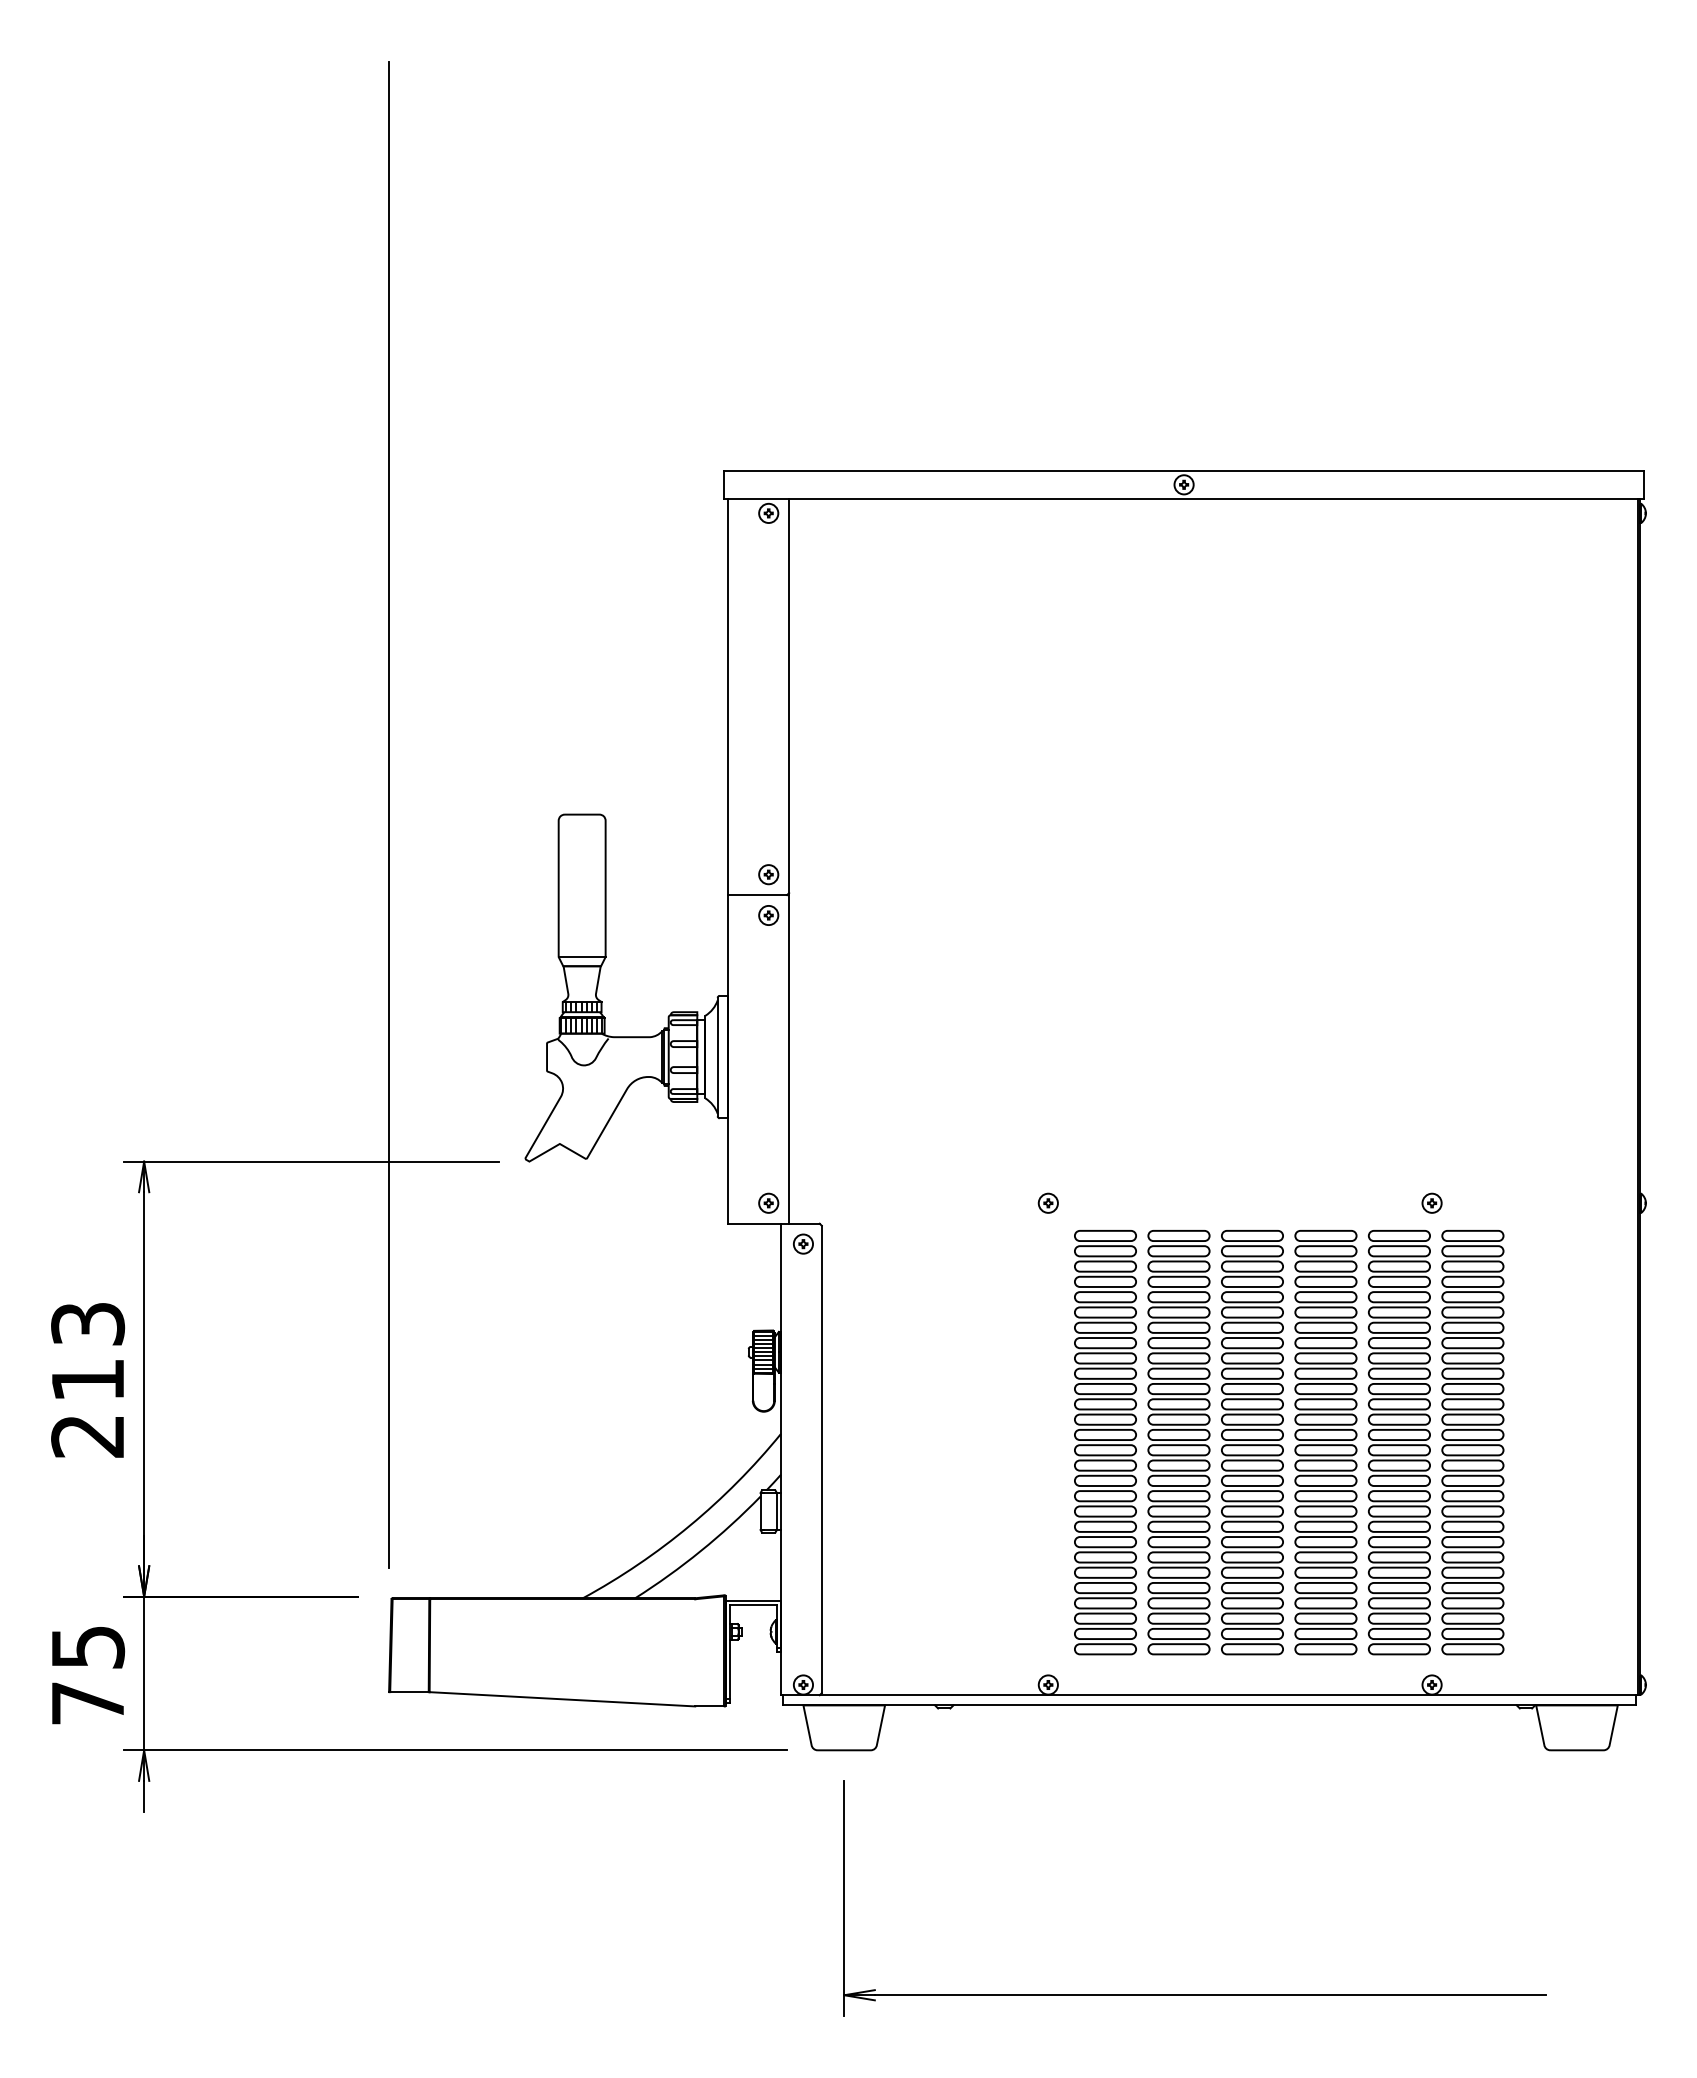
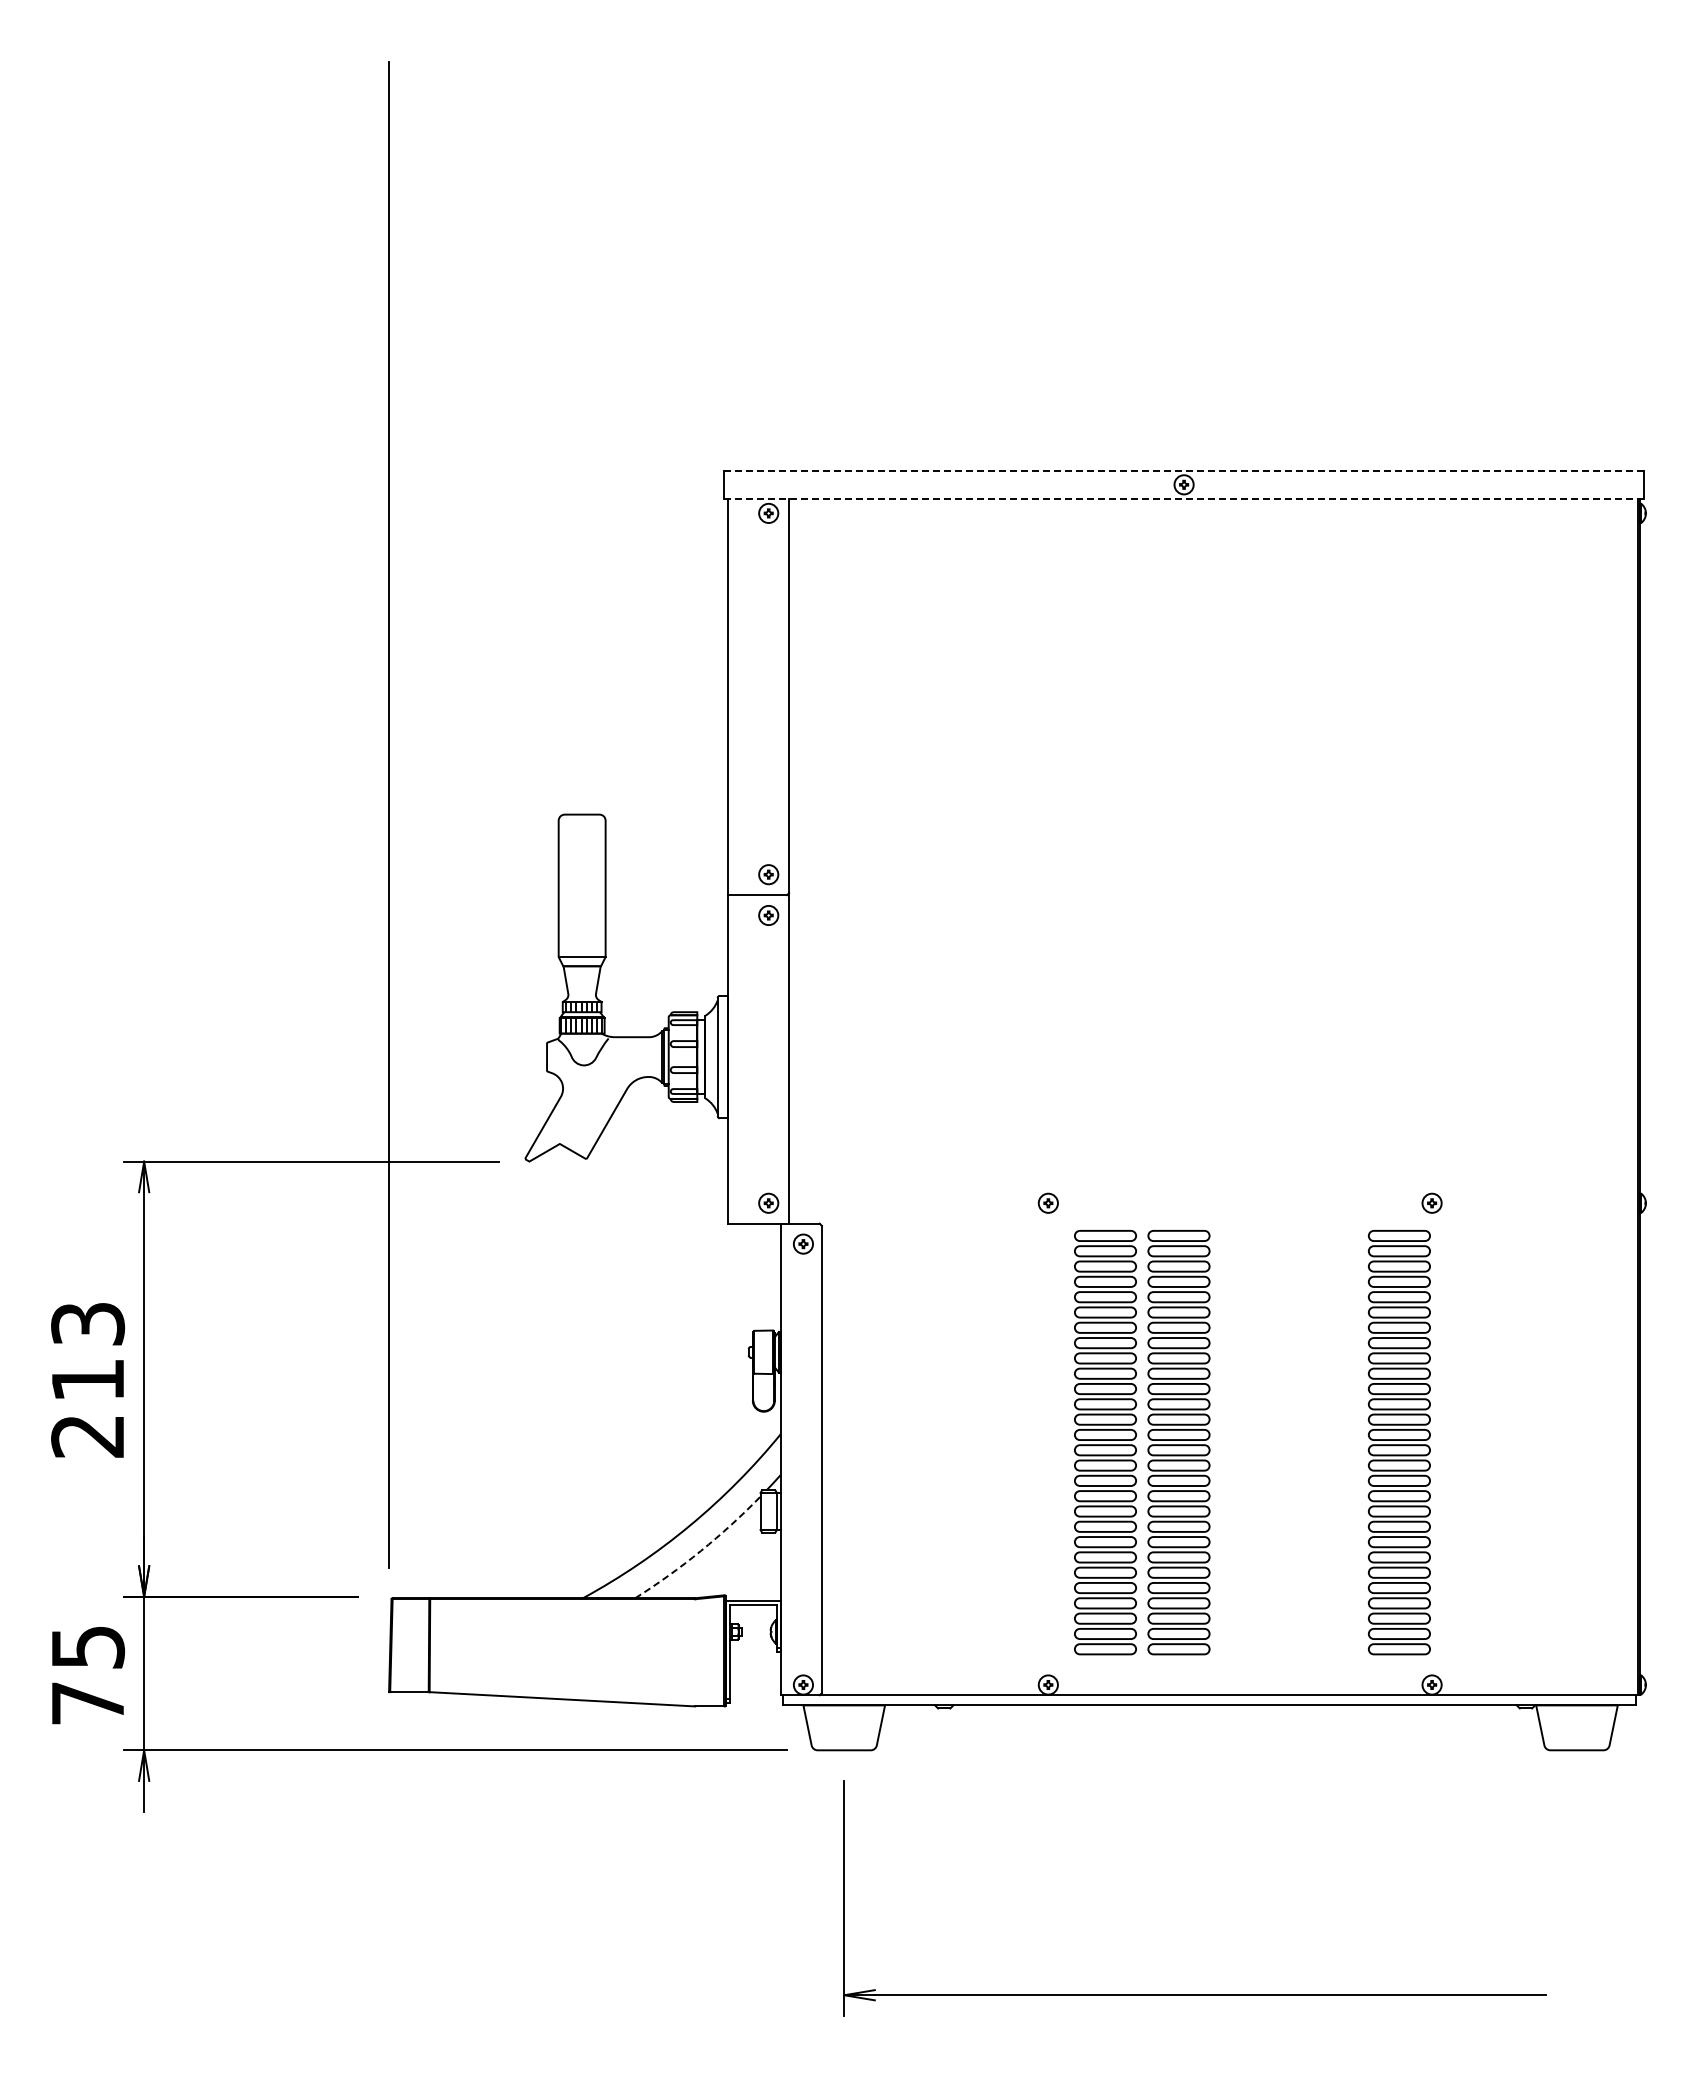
line at (1184, 470): solid -> dashed
line at (1184, 499): solid -> dashed
hatch at (763, 1351): present -> none
part at (1252, 1442): present -> none
part at (1325, 1442): present -> none
part at (1472, 1442): present -> none
arc at (700, 1551): solid -> dashed
